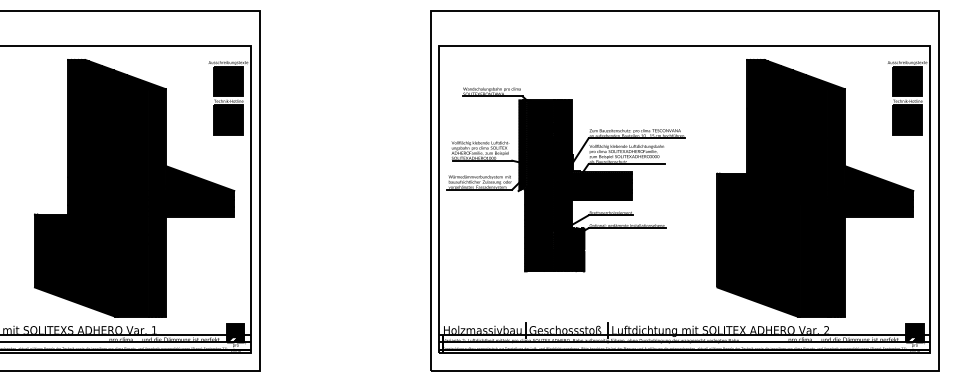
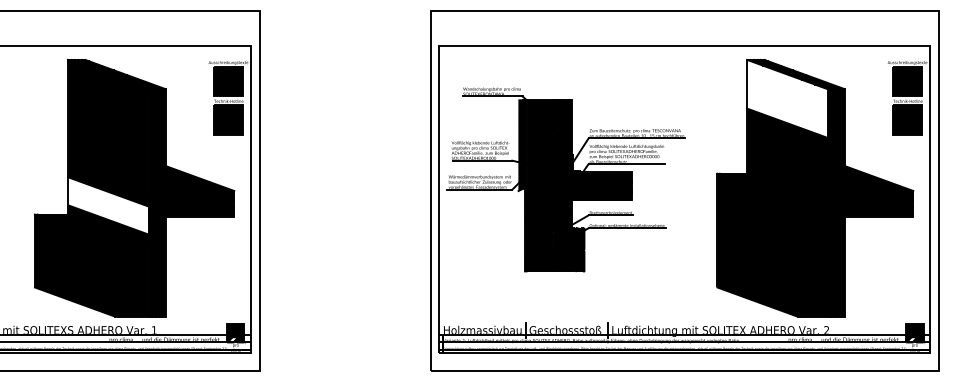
fill at (787, 98): present -> none
fill at (108, 205): present -> none
